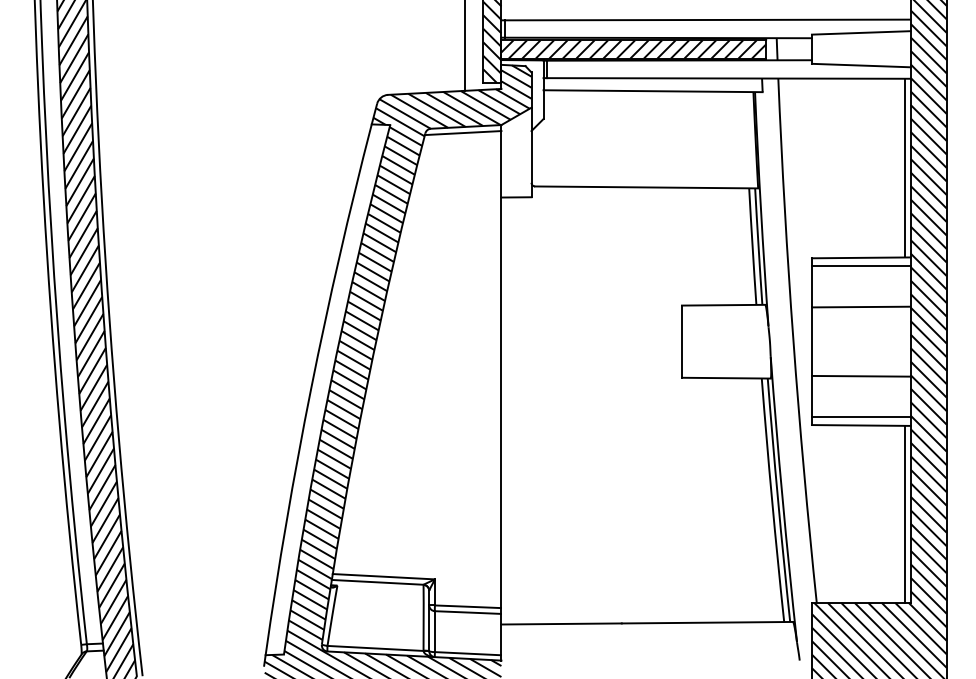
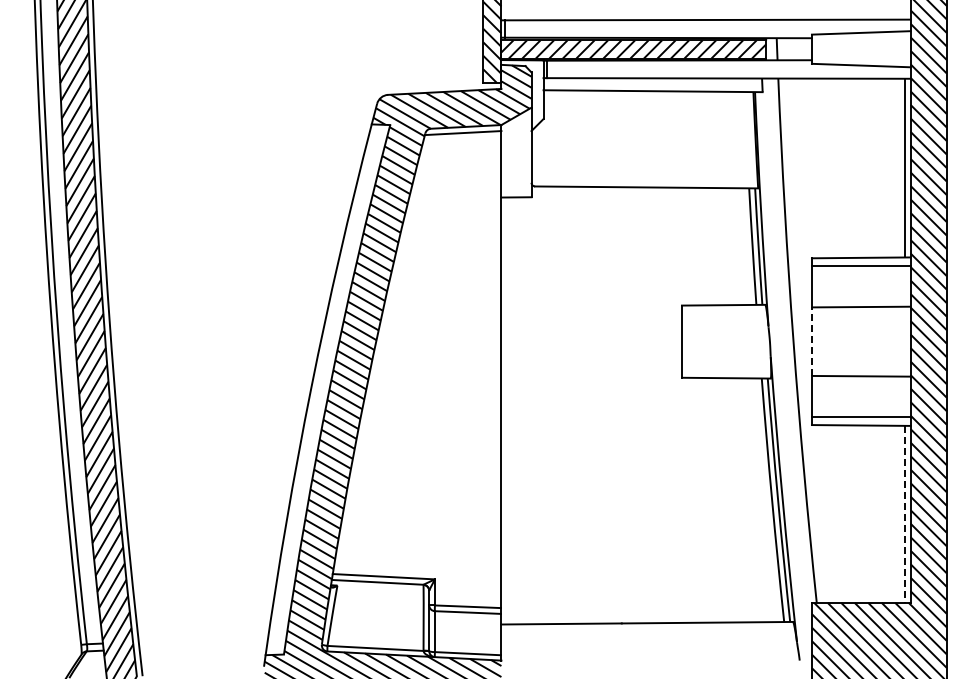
line at (465, 46): present -> none
line at (811, 341): solid -> dashed
line at (904, 514): solid -> dashed
